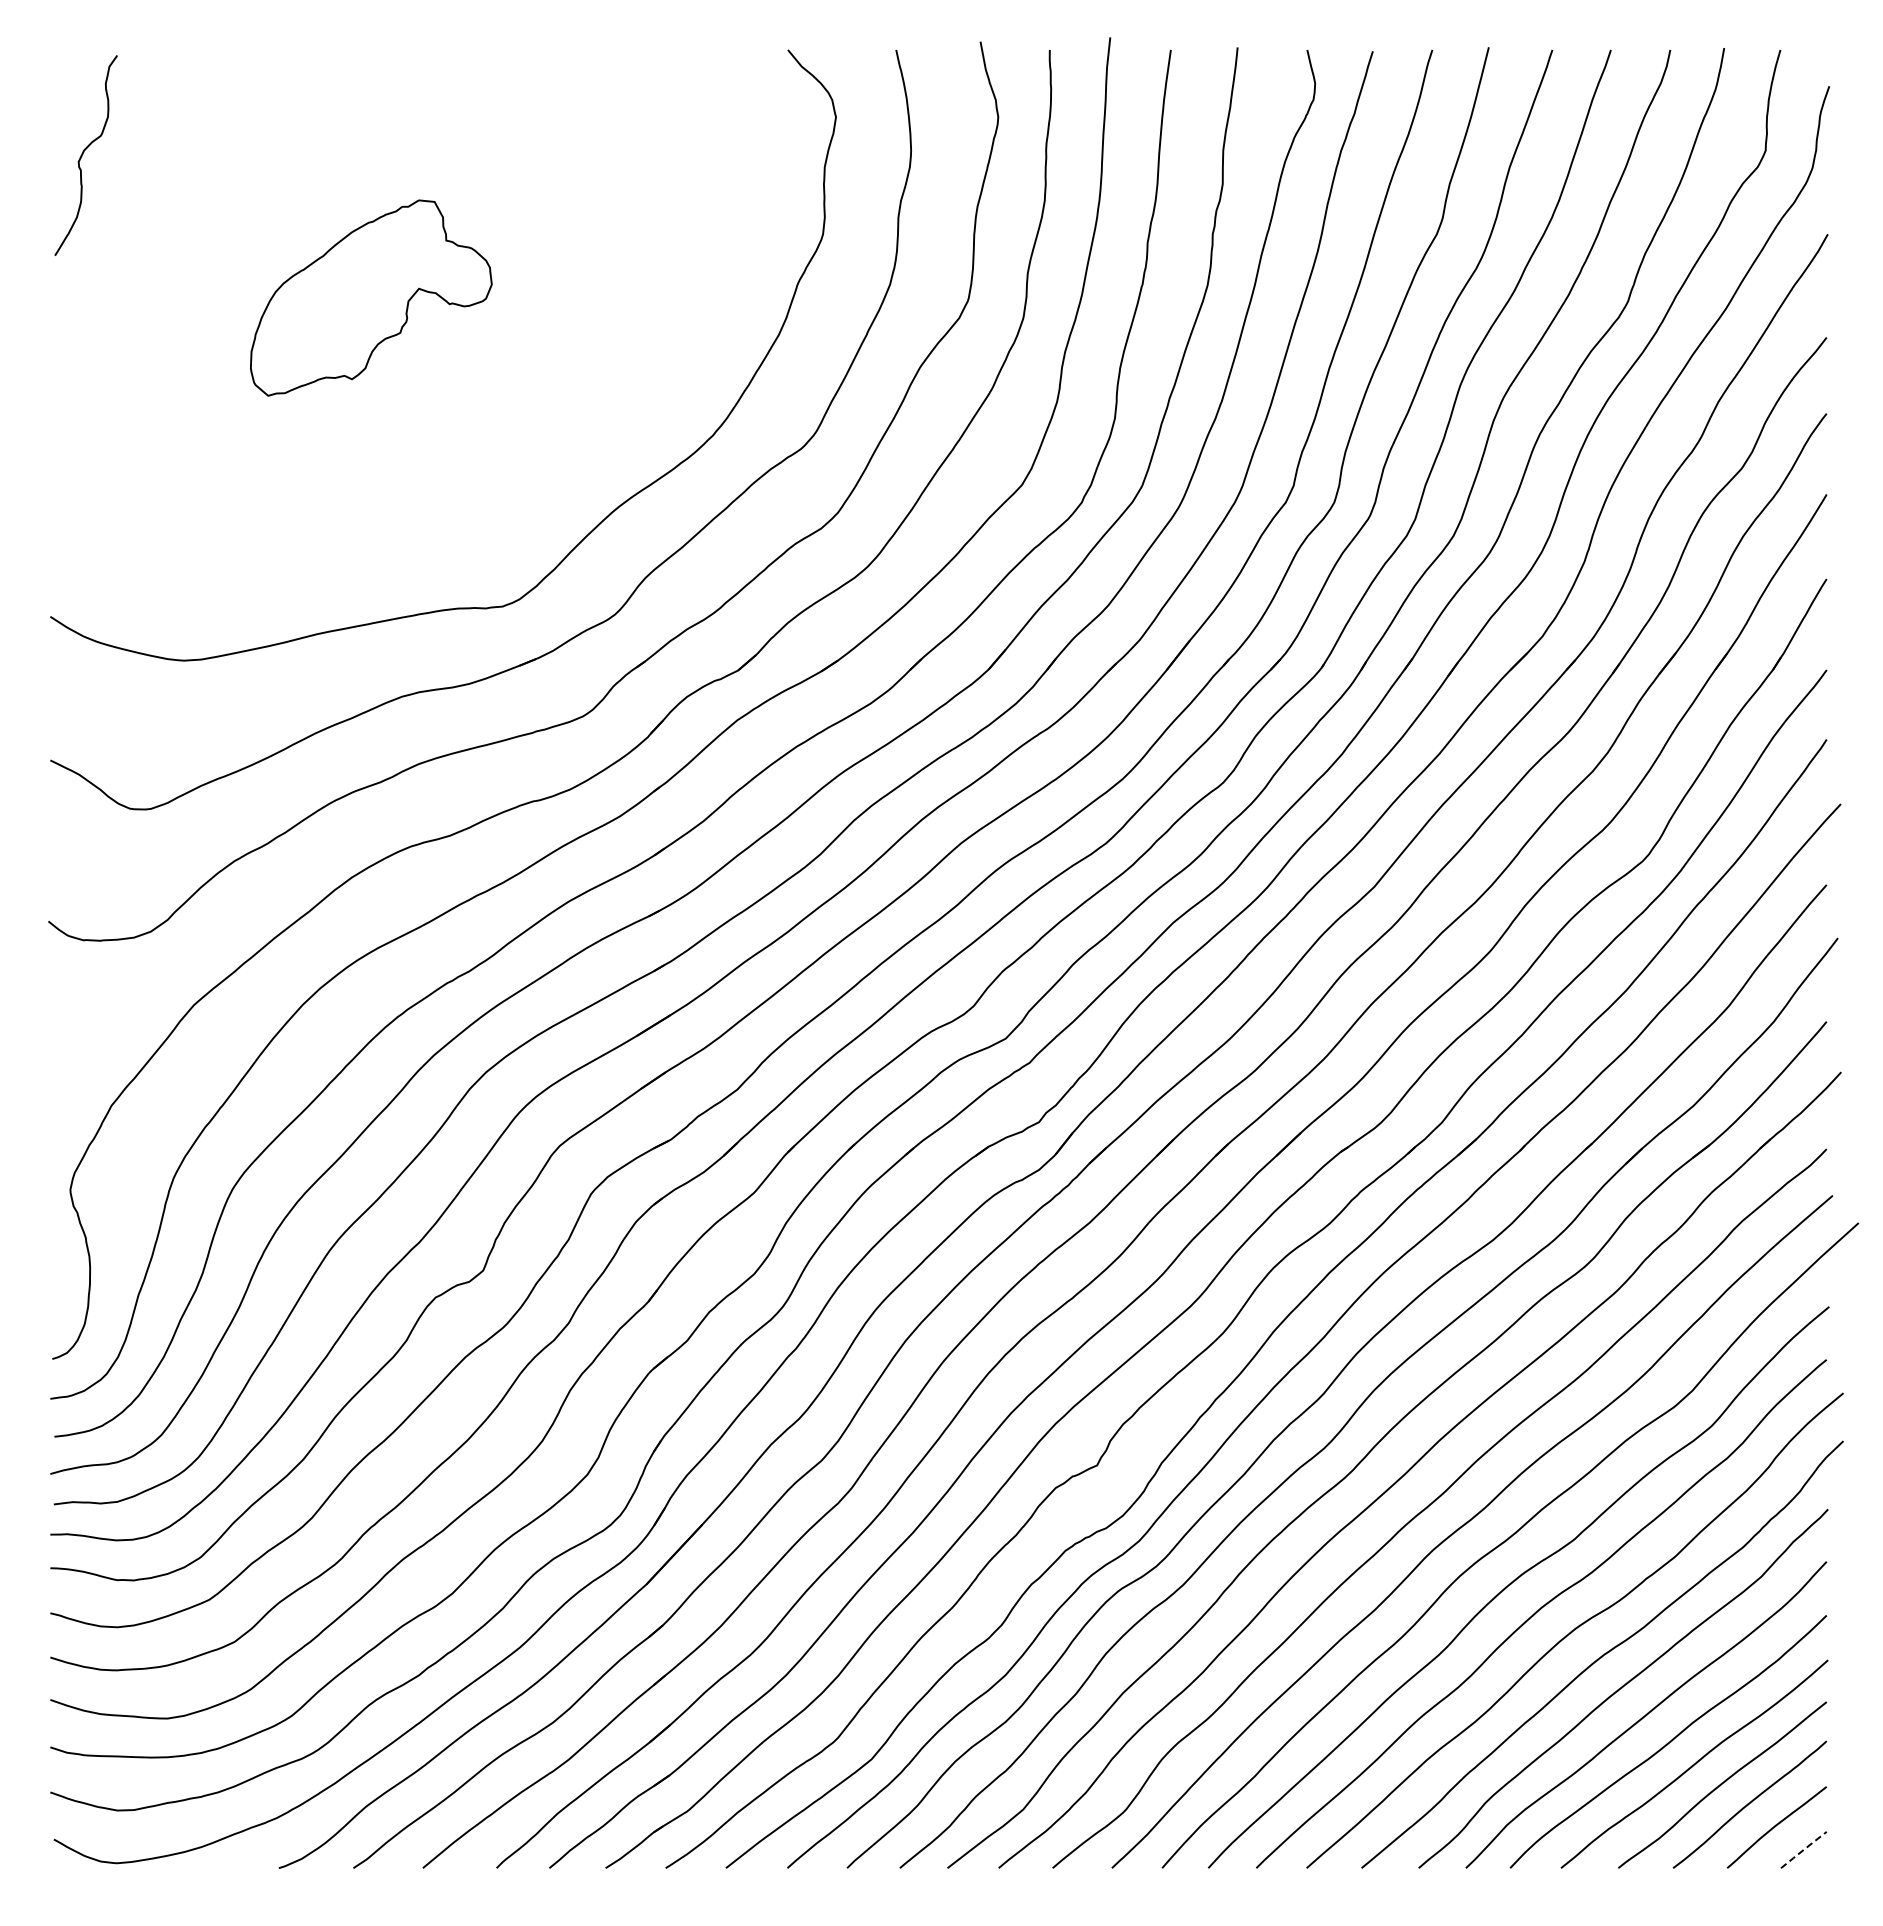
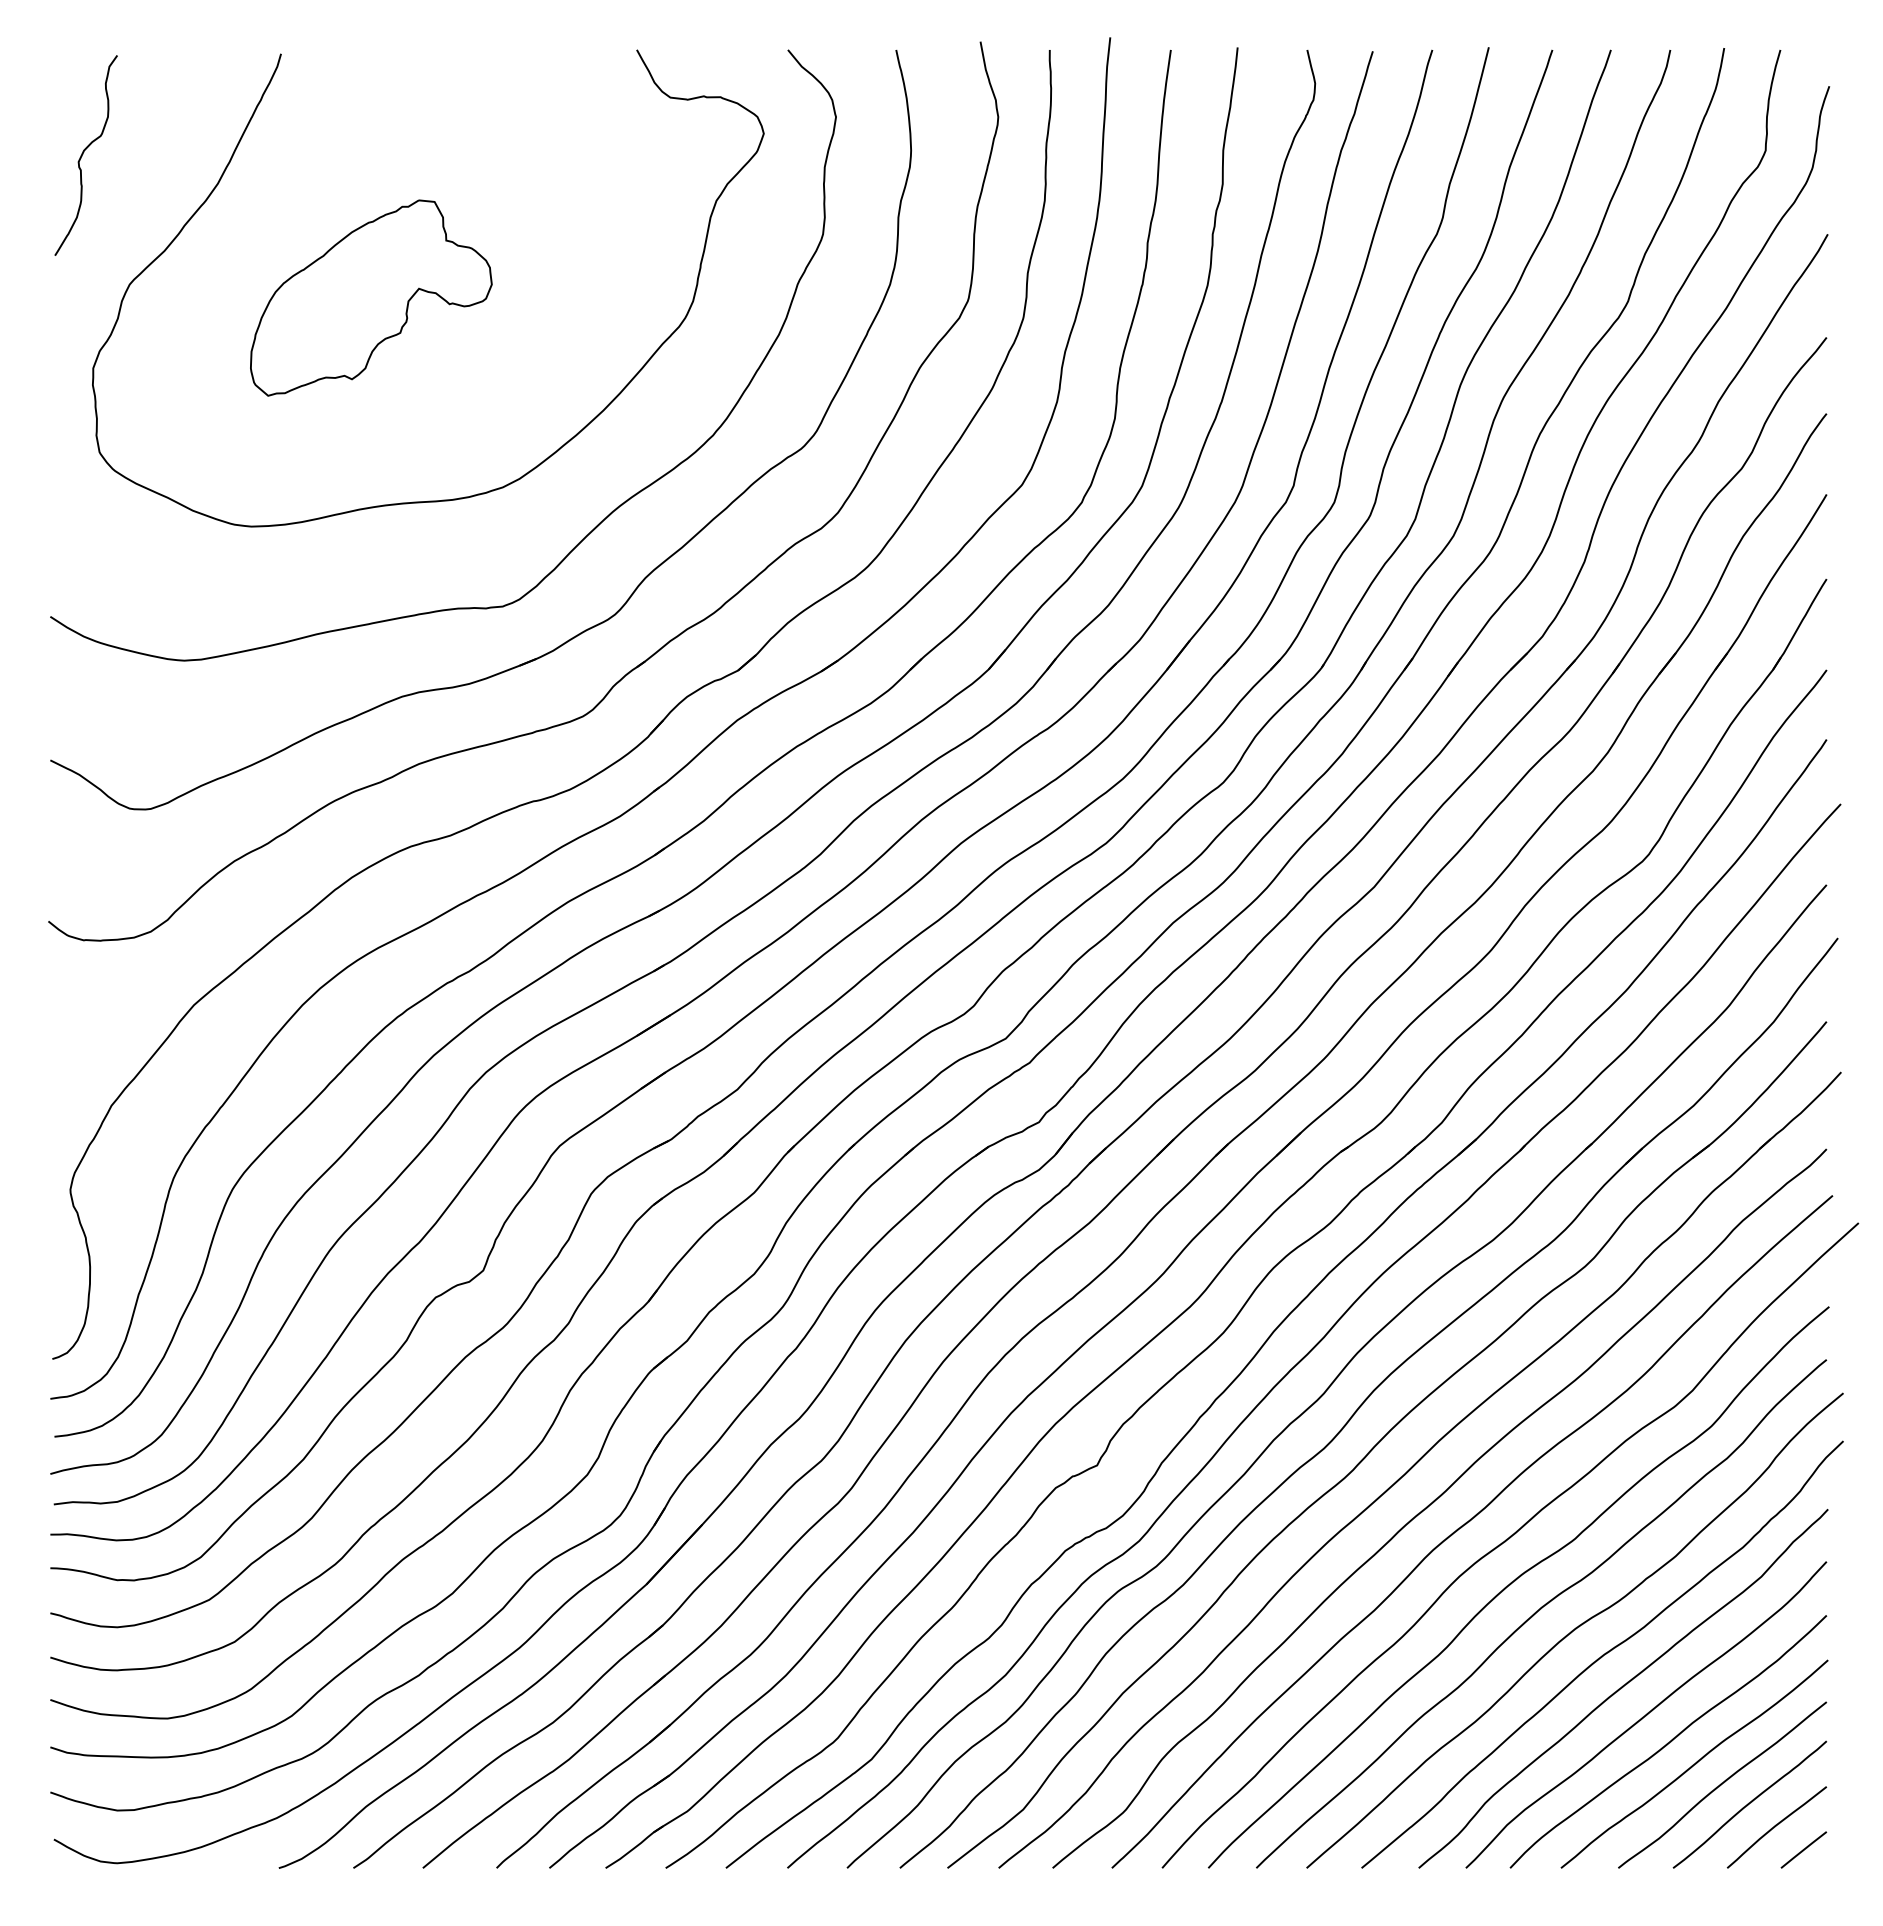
curve at (560, 446): none -> present
line at (1803, 1849): dashed -> solid
